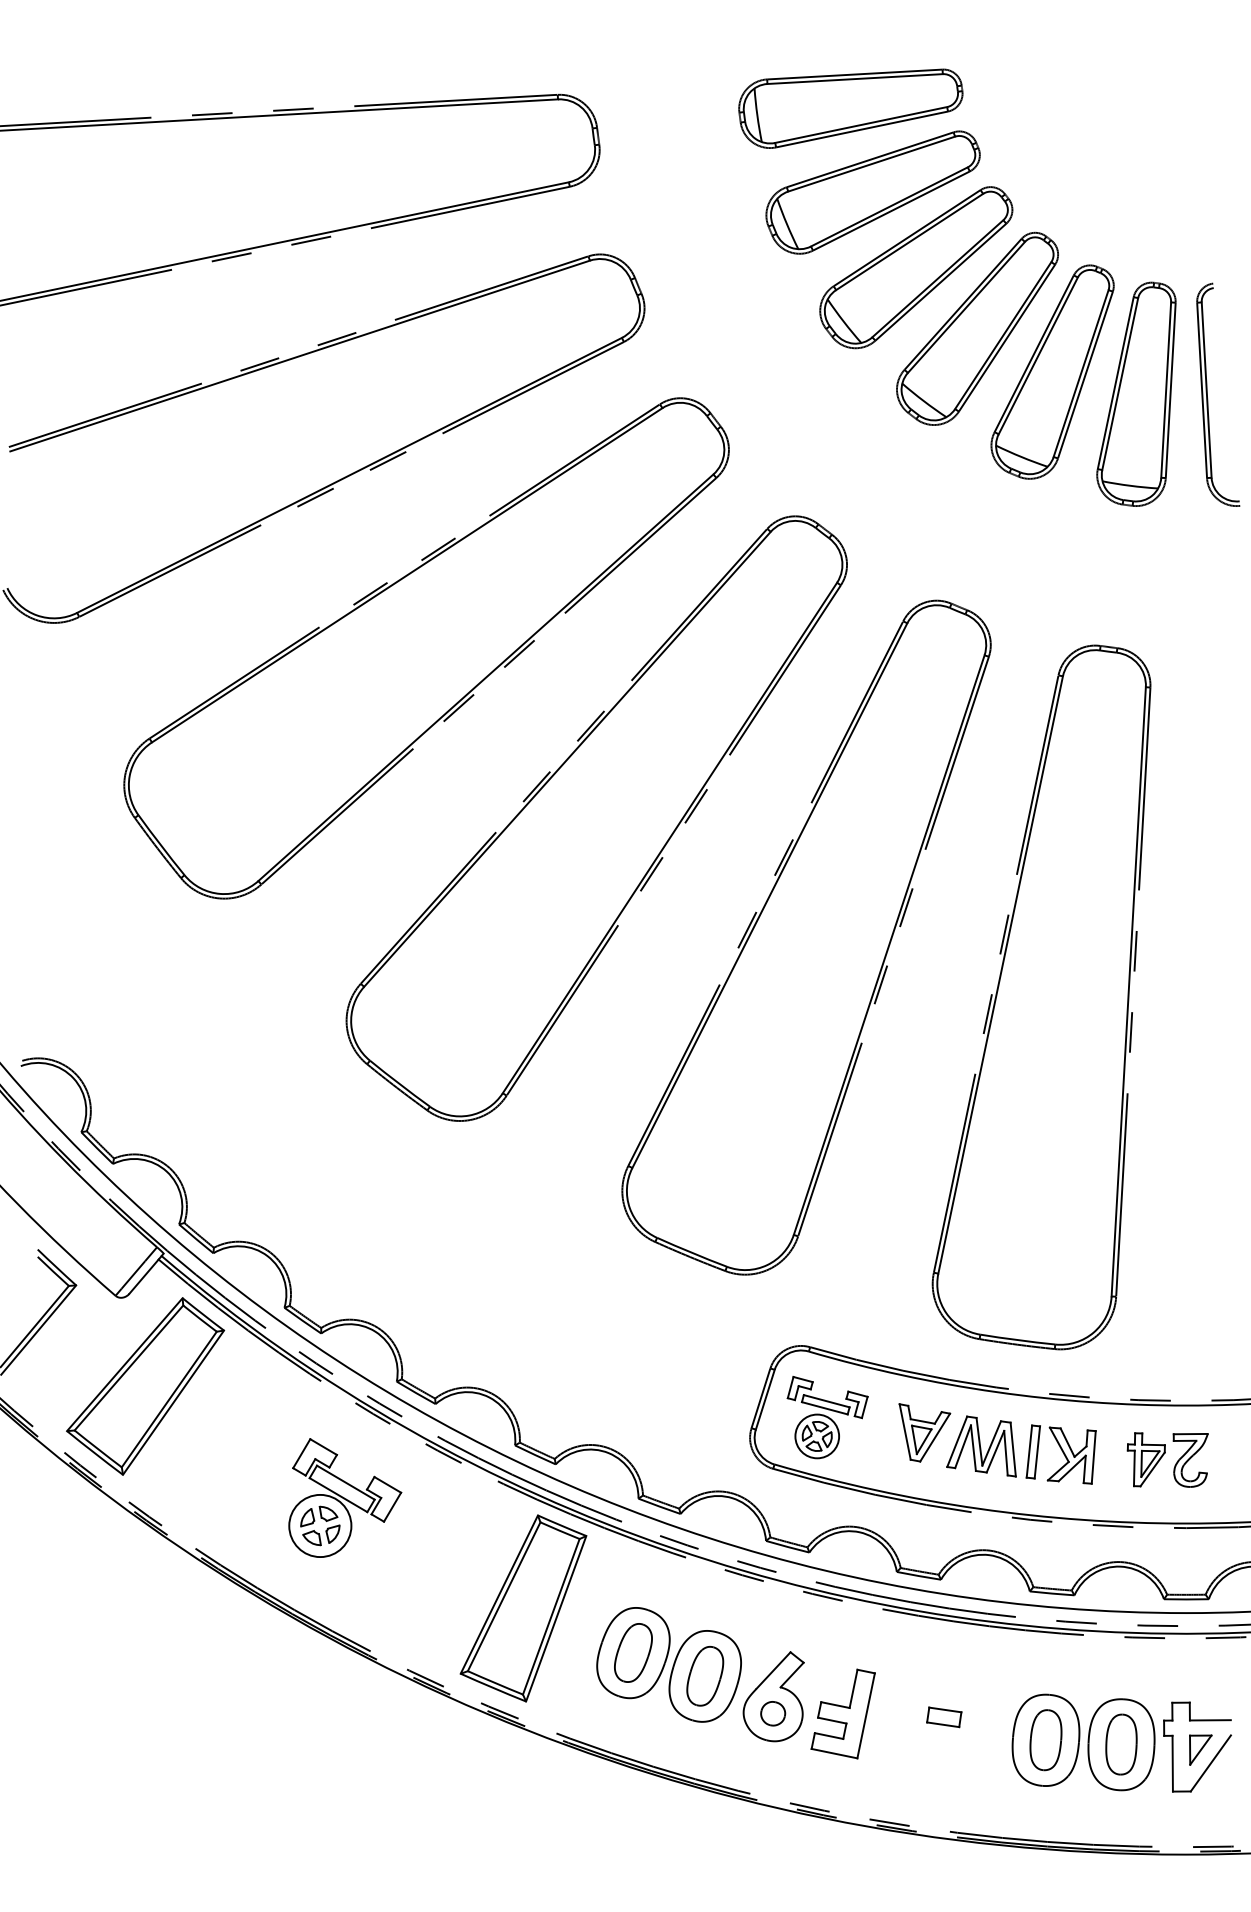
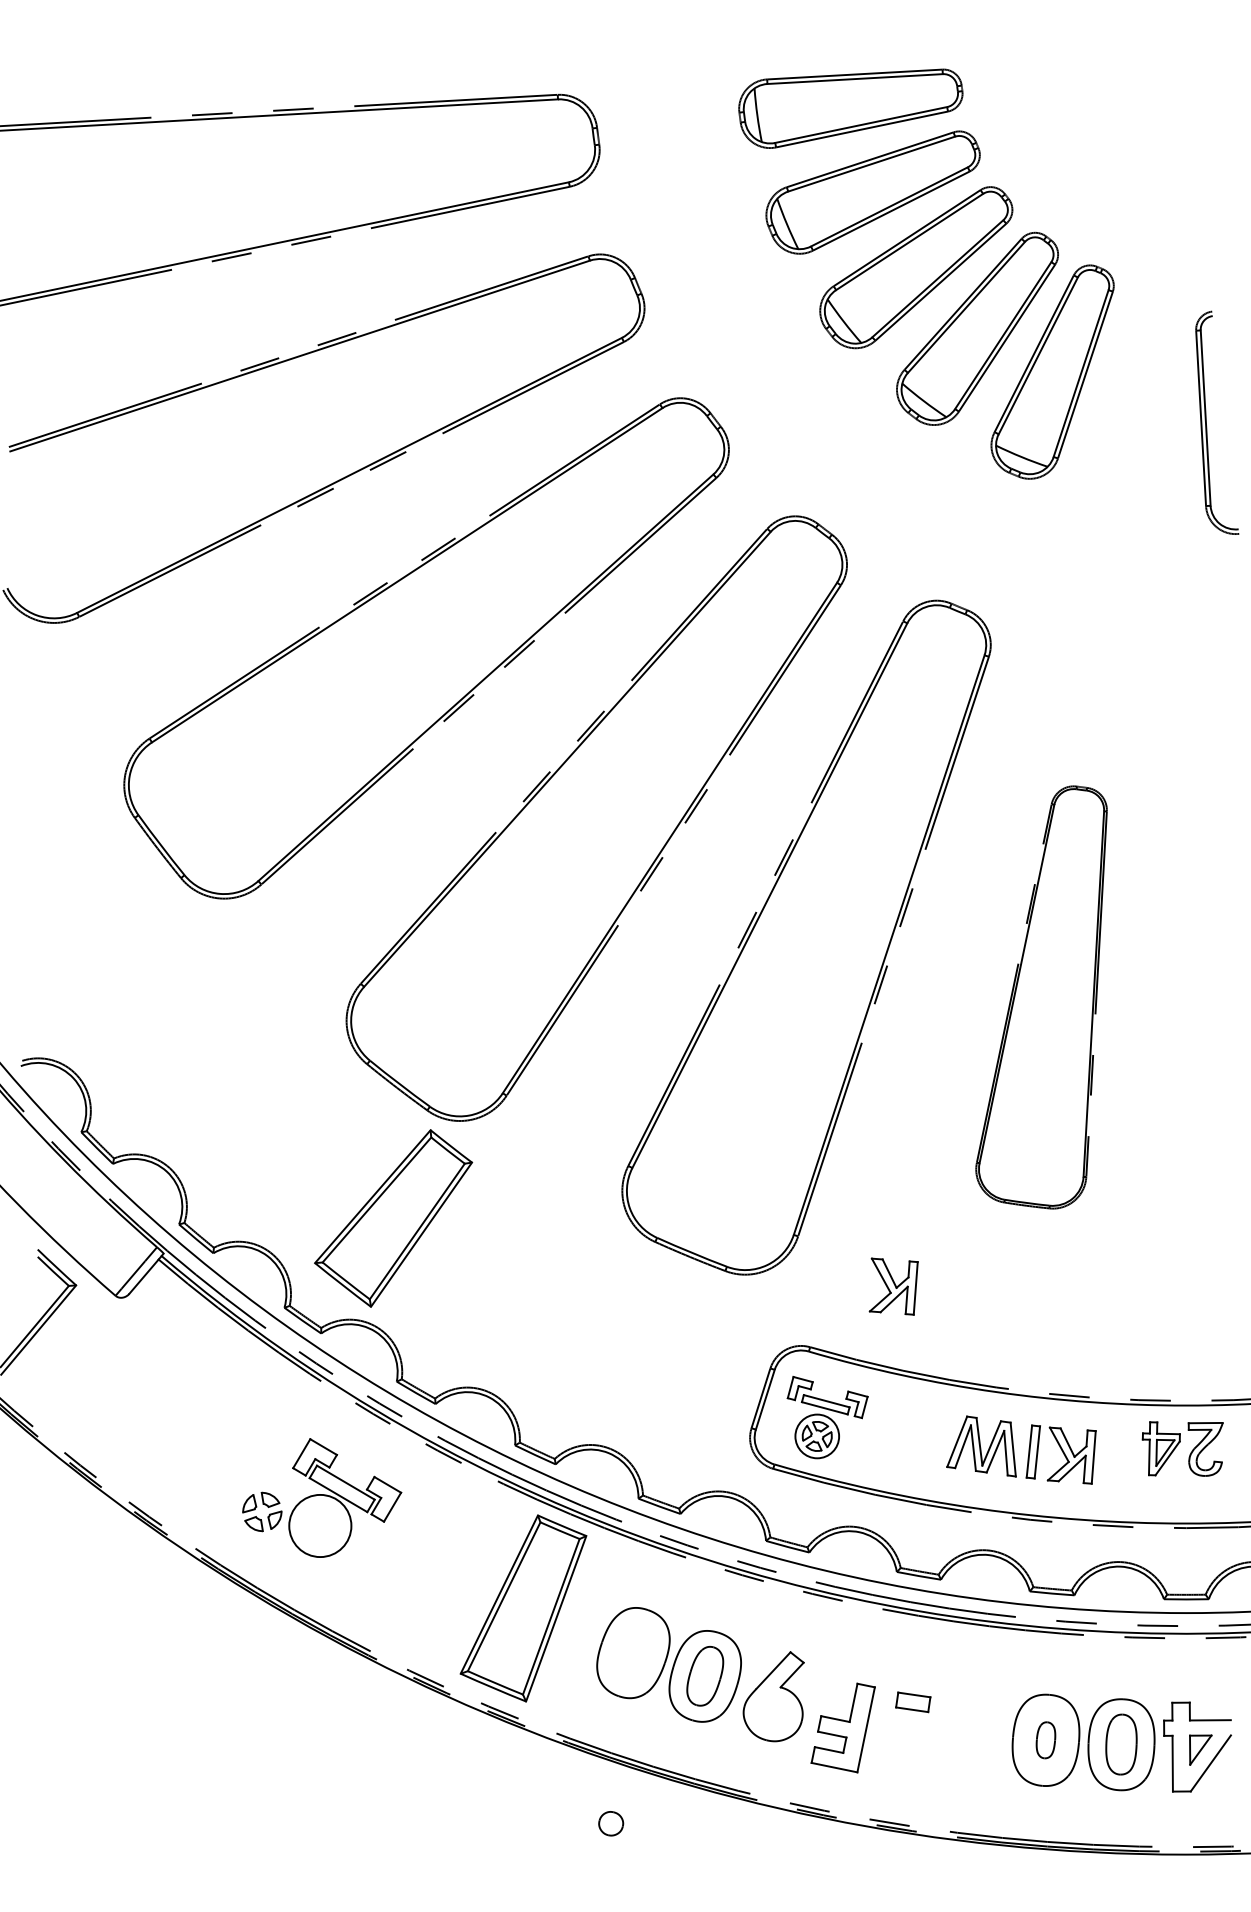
part at (1136, 393): present -> none
part at (1208, 398) position: (1208, 398) -> (1207, 426)
part at (1041, 997) size: 221x707 px -> 133x425 px
part at (893, 1286): none -> present
part at (145, 1386) position: (145, 1386) -> (393, 1218)
part at (924, 1432): present -> none
part at (1167, 1459) position: (1167, 1459) -> (1182, 1448)
part at (322, 1519) position: (322, 1519) -> (264, 1505)
part at (633, 1652): present -> none
part at (773, 1713) position: (773, 1713) -> (611, 1823)
part at (842, 1713) position: (842, 1713) -> (842, 1727)
part at (944, 1717) position: (944, 1717) -> (913, 1702)
part at (1045, 1740) size: 34x63 px -> 22x39 px
